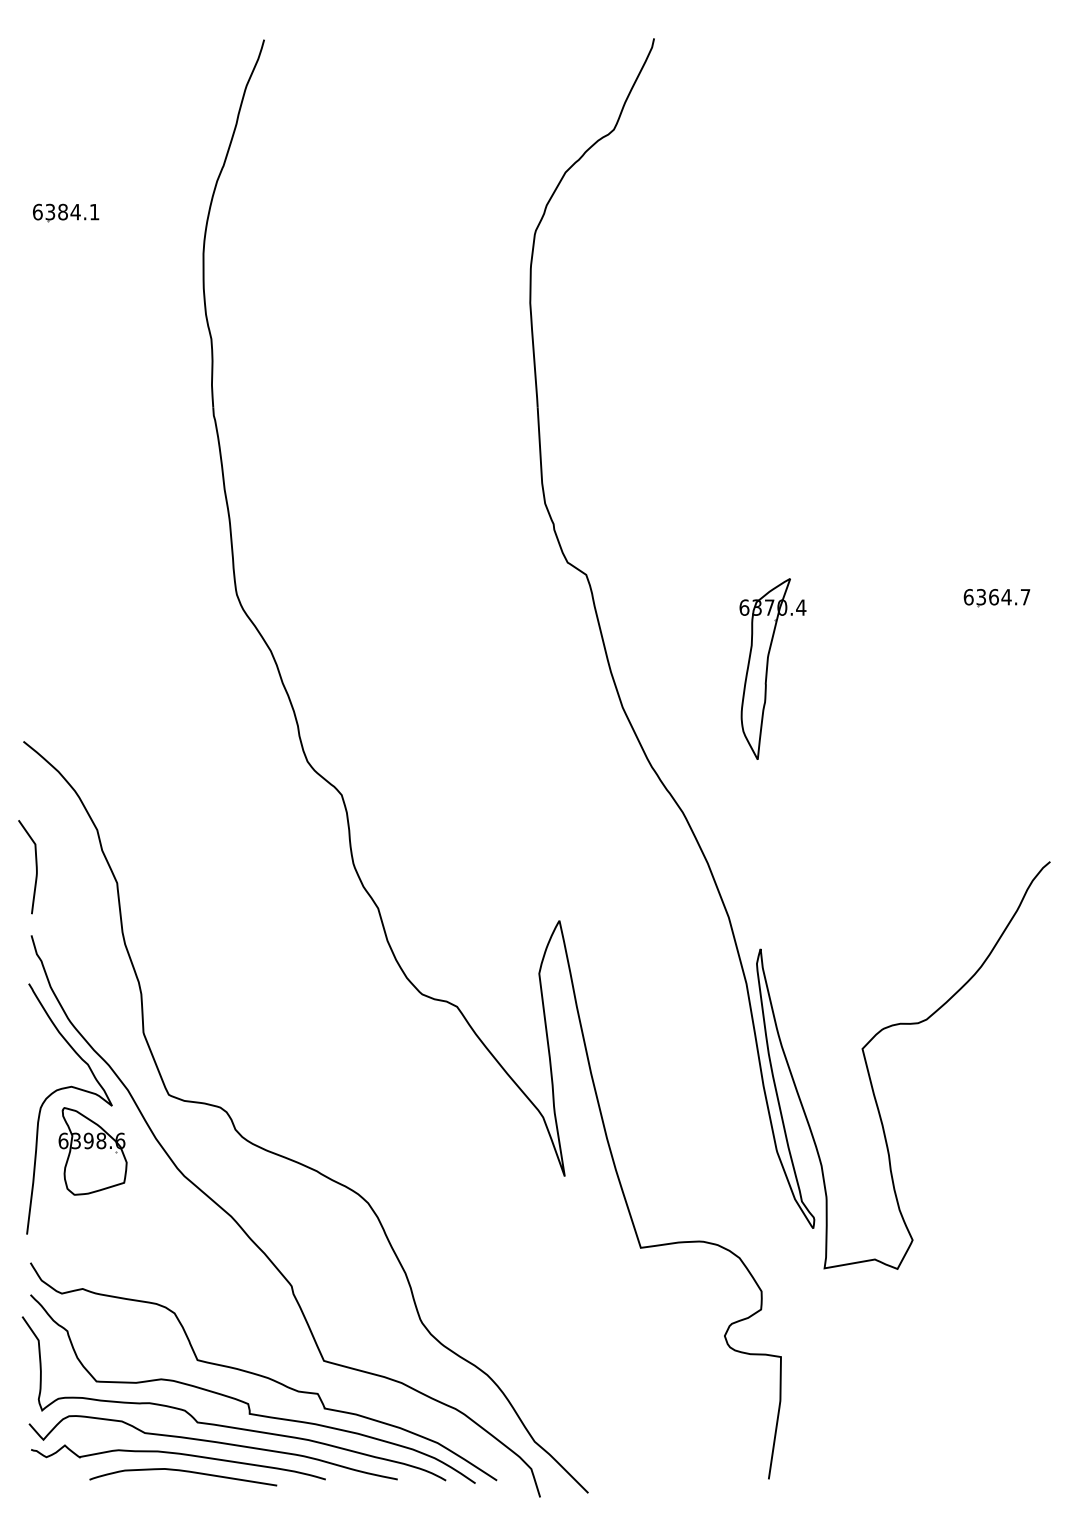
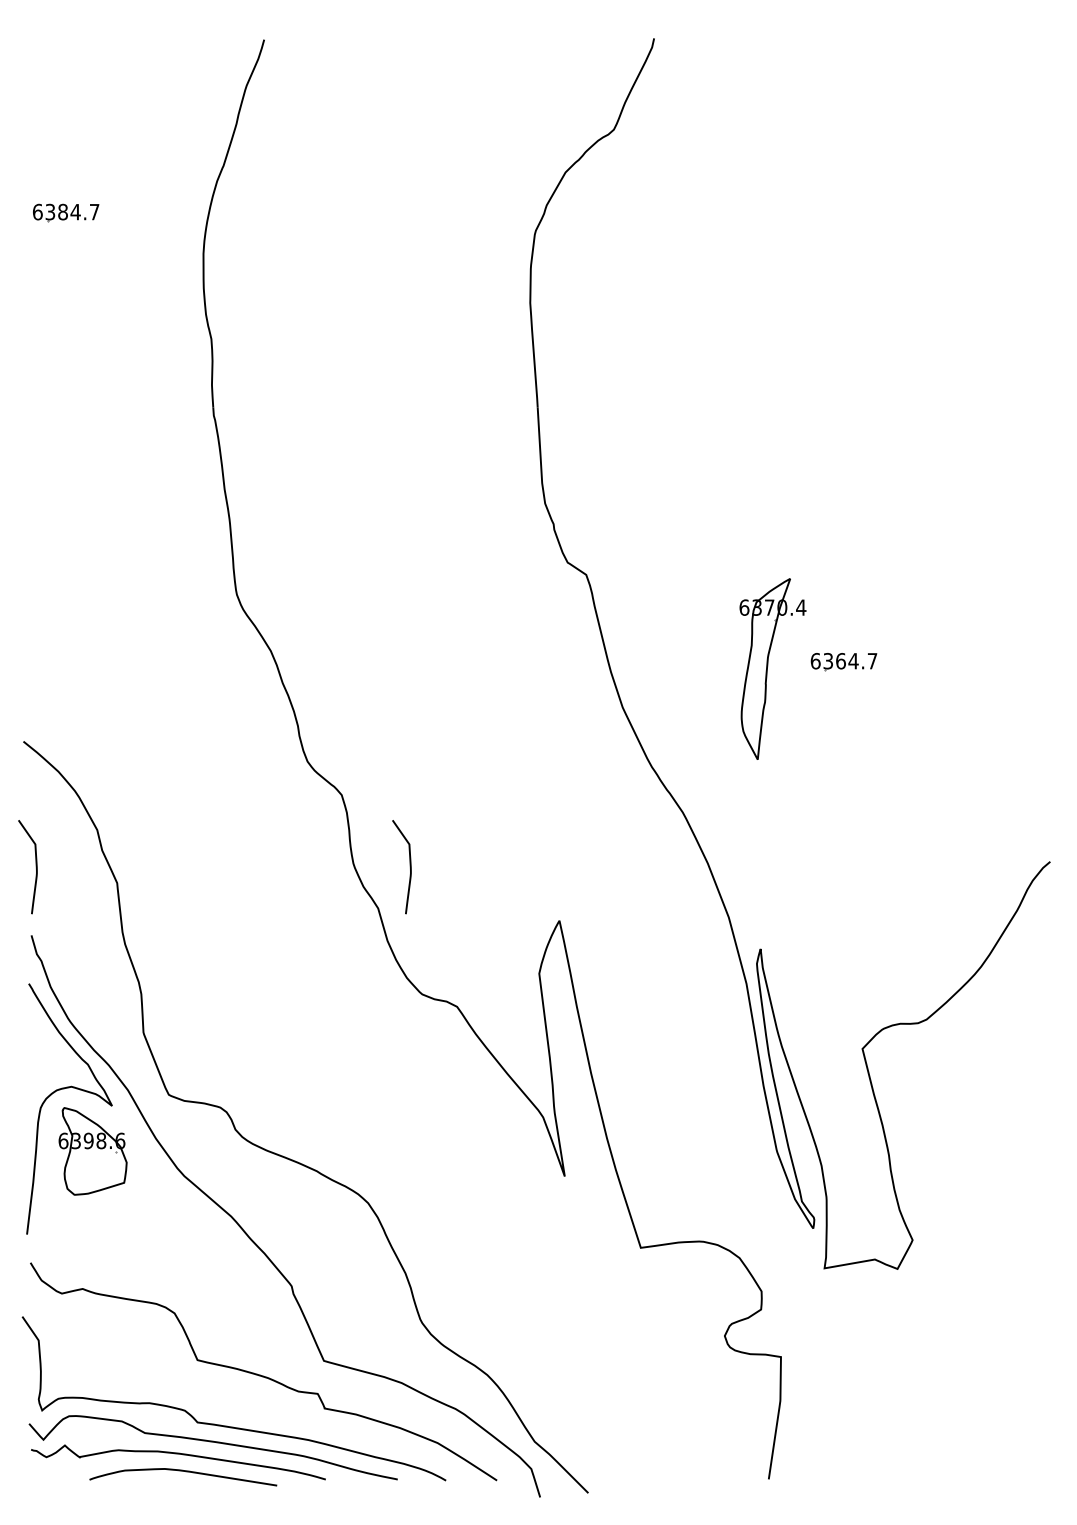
text at (94, 212): 6384.1 -> 6384.7
part at (996, 598) position: (996, 598) -> (843, 662)
curve at (409, 867): none -> present
curve at (245, 1401): present -> none
